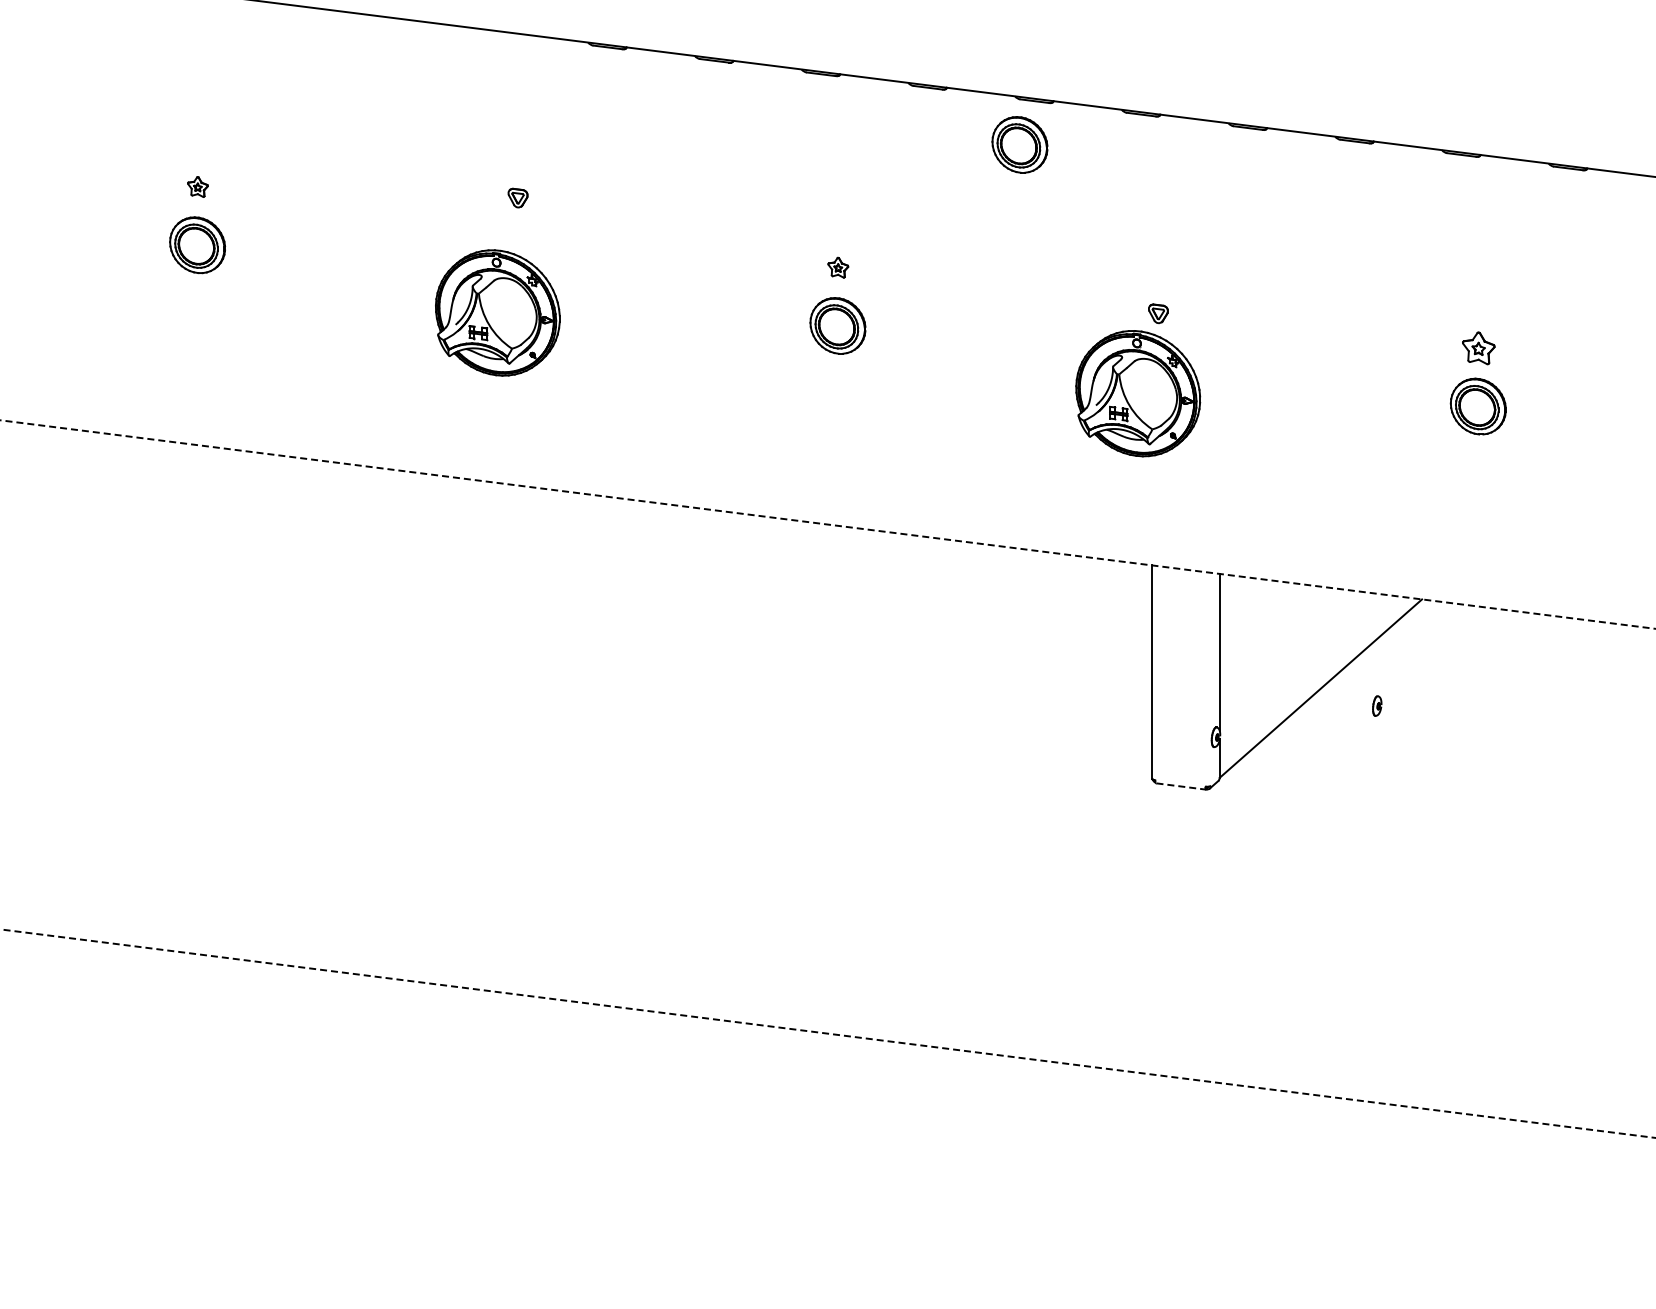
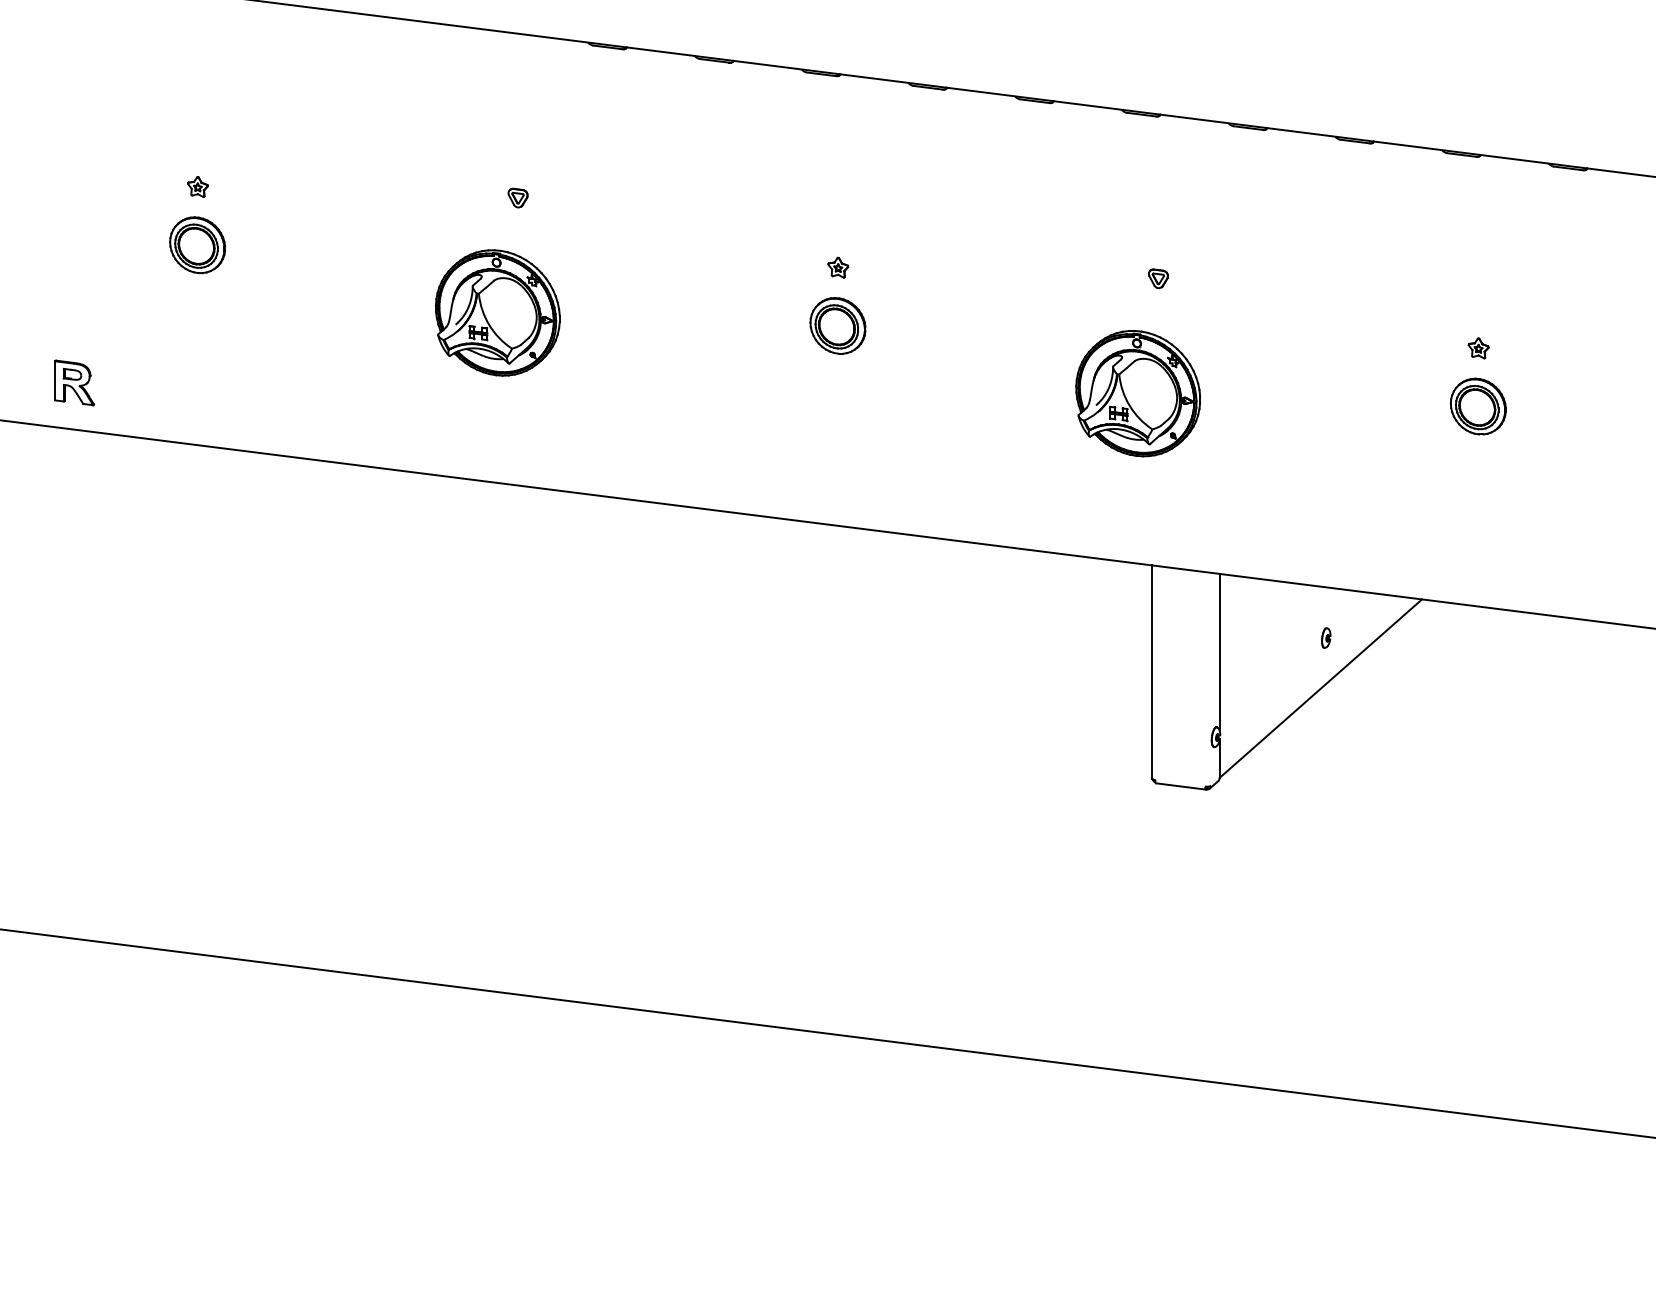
part at (1019, 144): present -> none
part at (1158, 313) position: (1158, 313) -> (1158, 278)
part at (1478, 348) size: 34x35 px -> 23x23 px
part at (74, 382): none -> present
line at (827, 524): dashed -> solid
part at (1377, 705) position: (1377, 705) -> (1326, 637)
line at (1181, 786): dashed -> solid
line at (828, 1033): dashed -> solid
